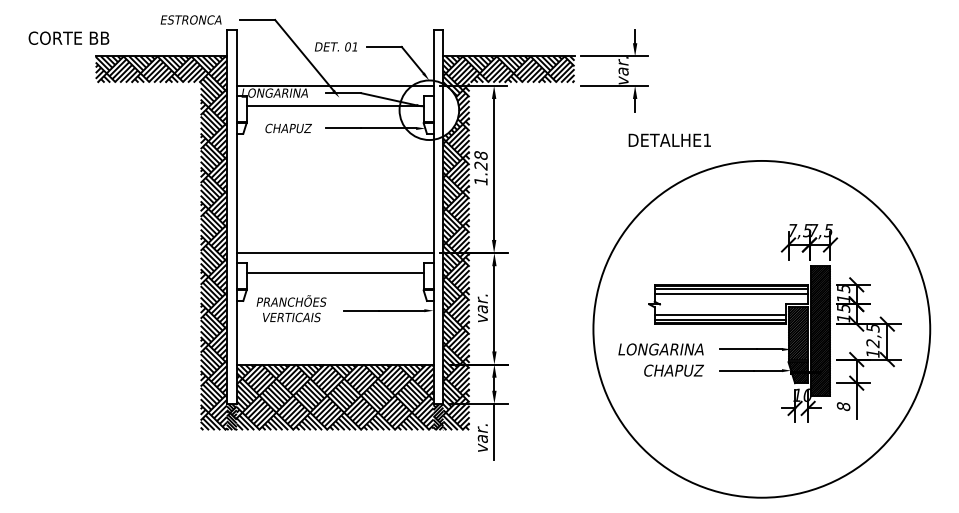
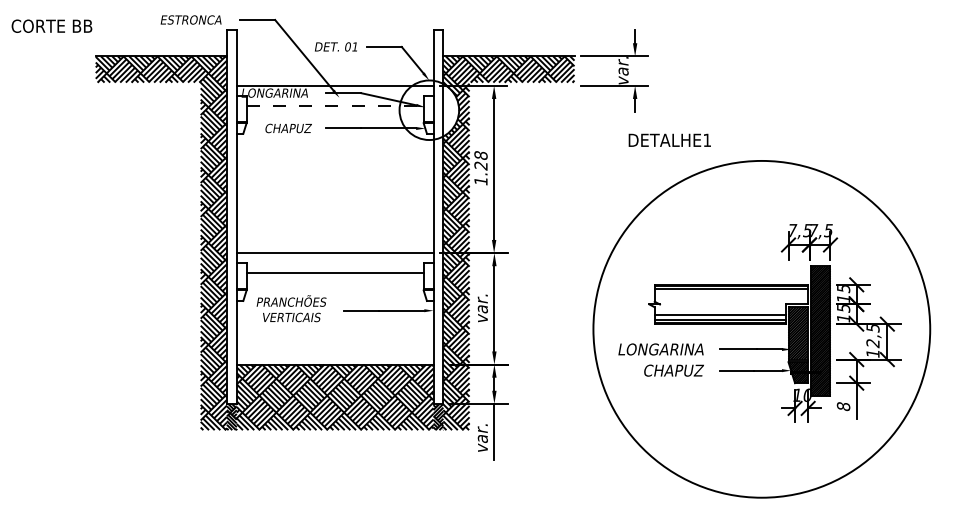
text at (68, 37) position: (68, 37) -> (51, 25)
line at (335, 105): solid -> dashed
line at (731, 294): present -> none
